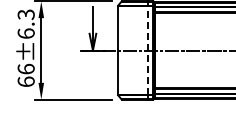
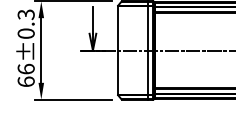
text at (25, 33): 66±6.3 -> 66±0.3
line at (147, 50): dashed -> solid
